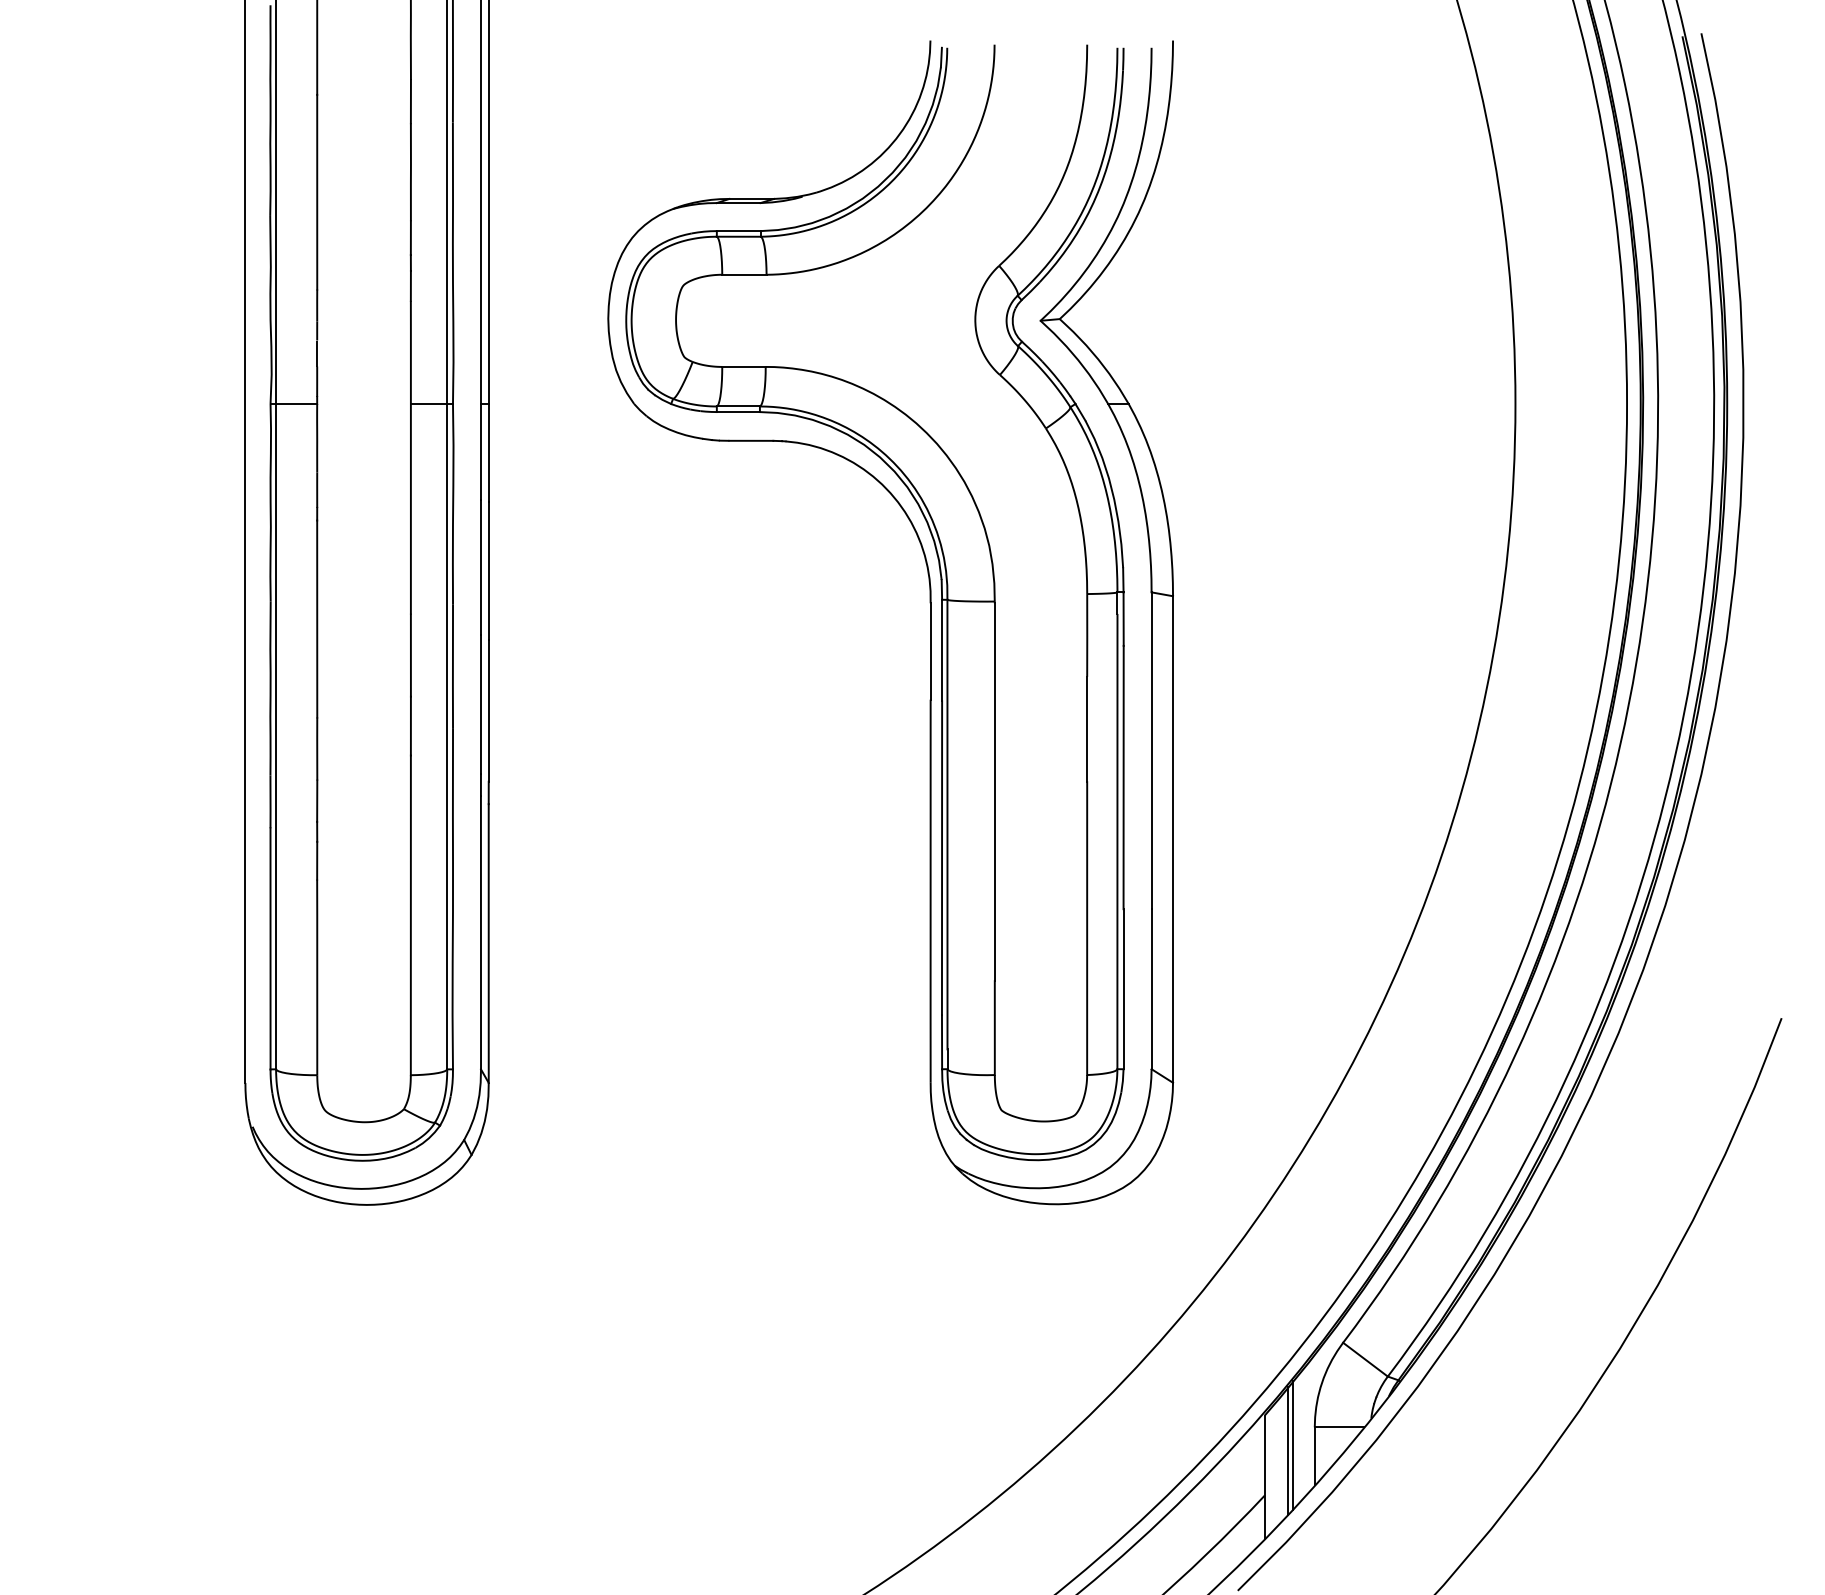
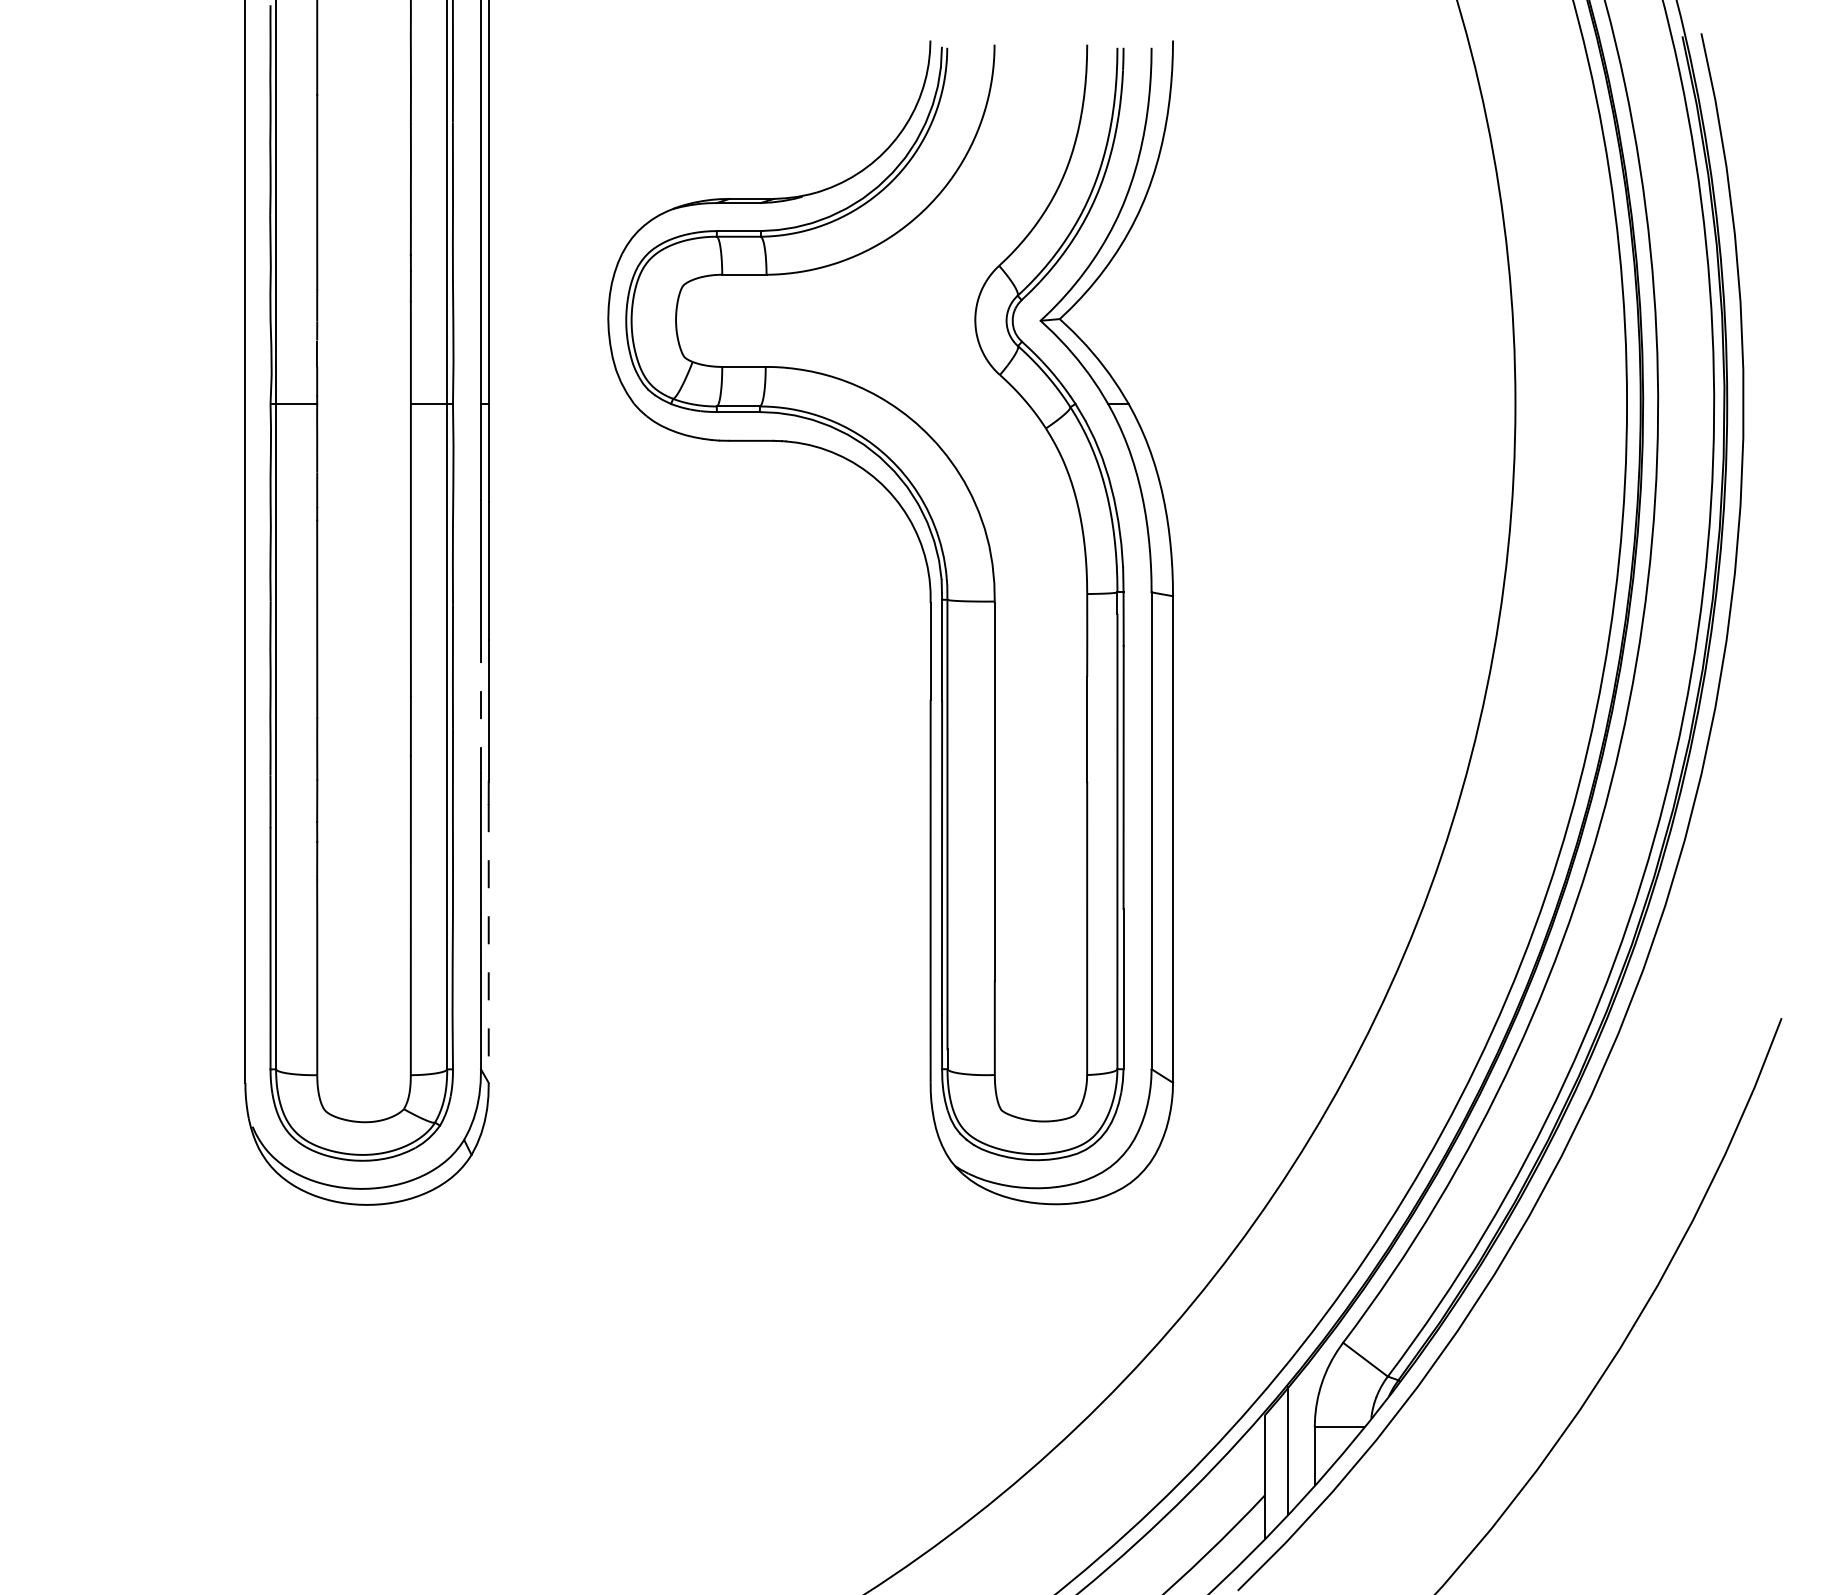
line at (481, 704): solid -> dashed
line at (488, 944): solid -> dashed
line at (1292, 1445): present -> none
